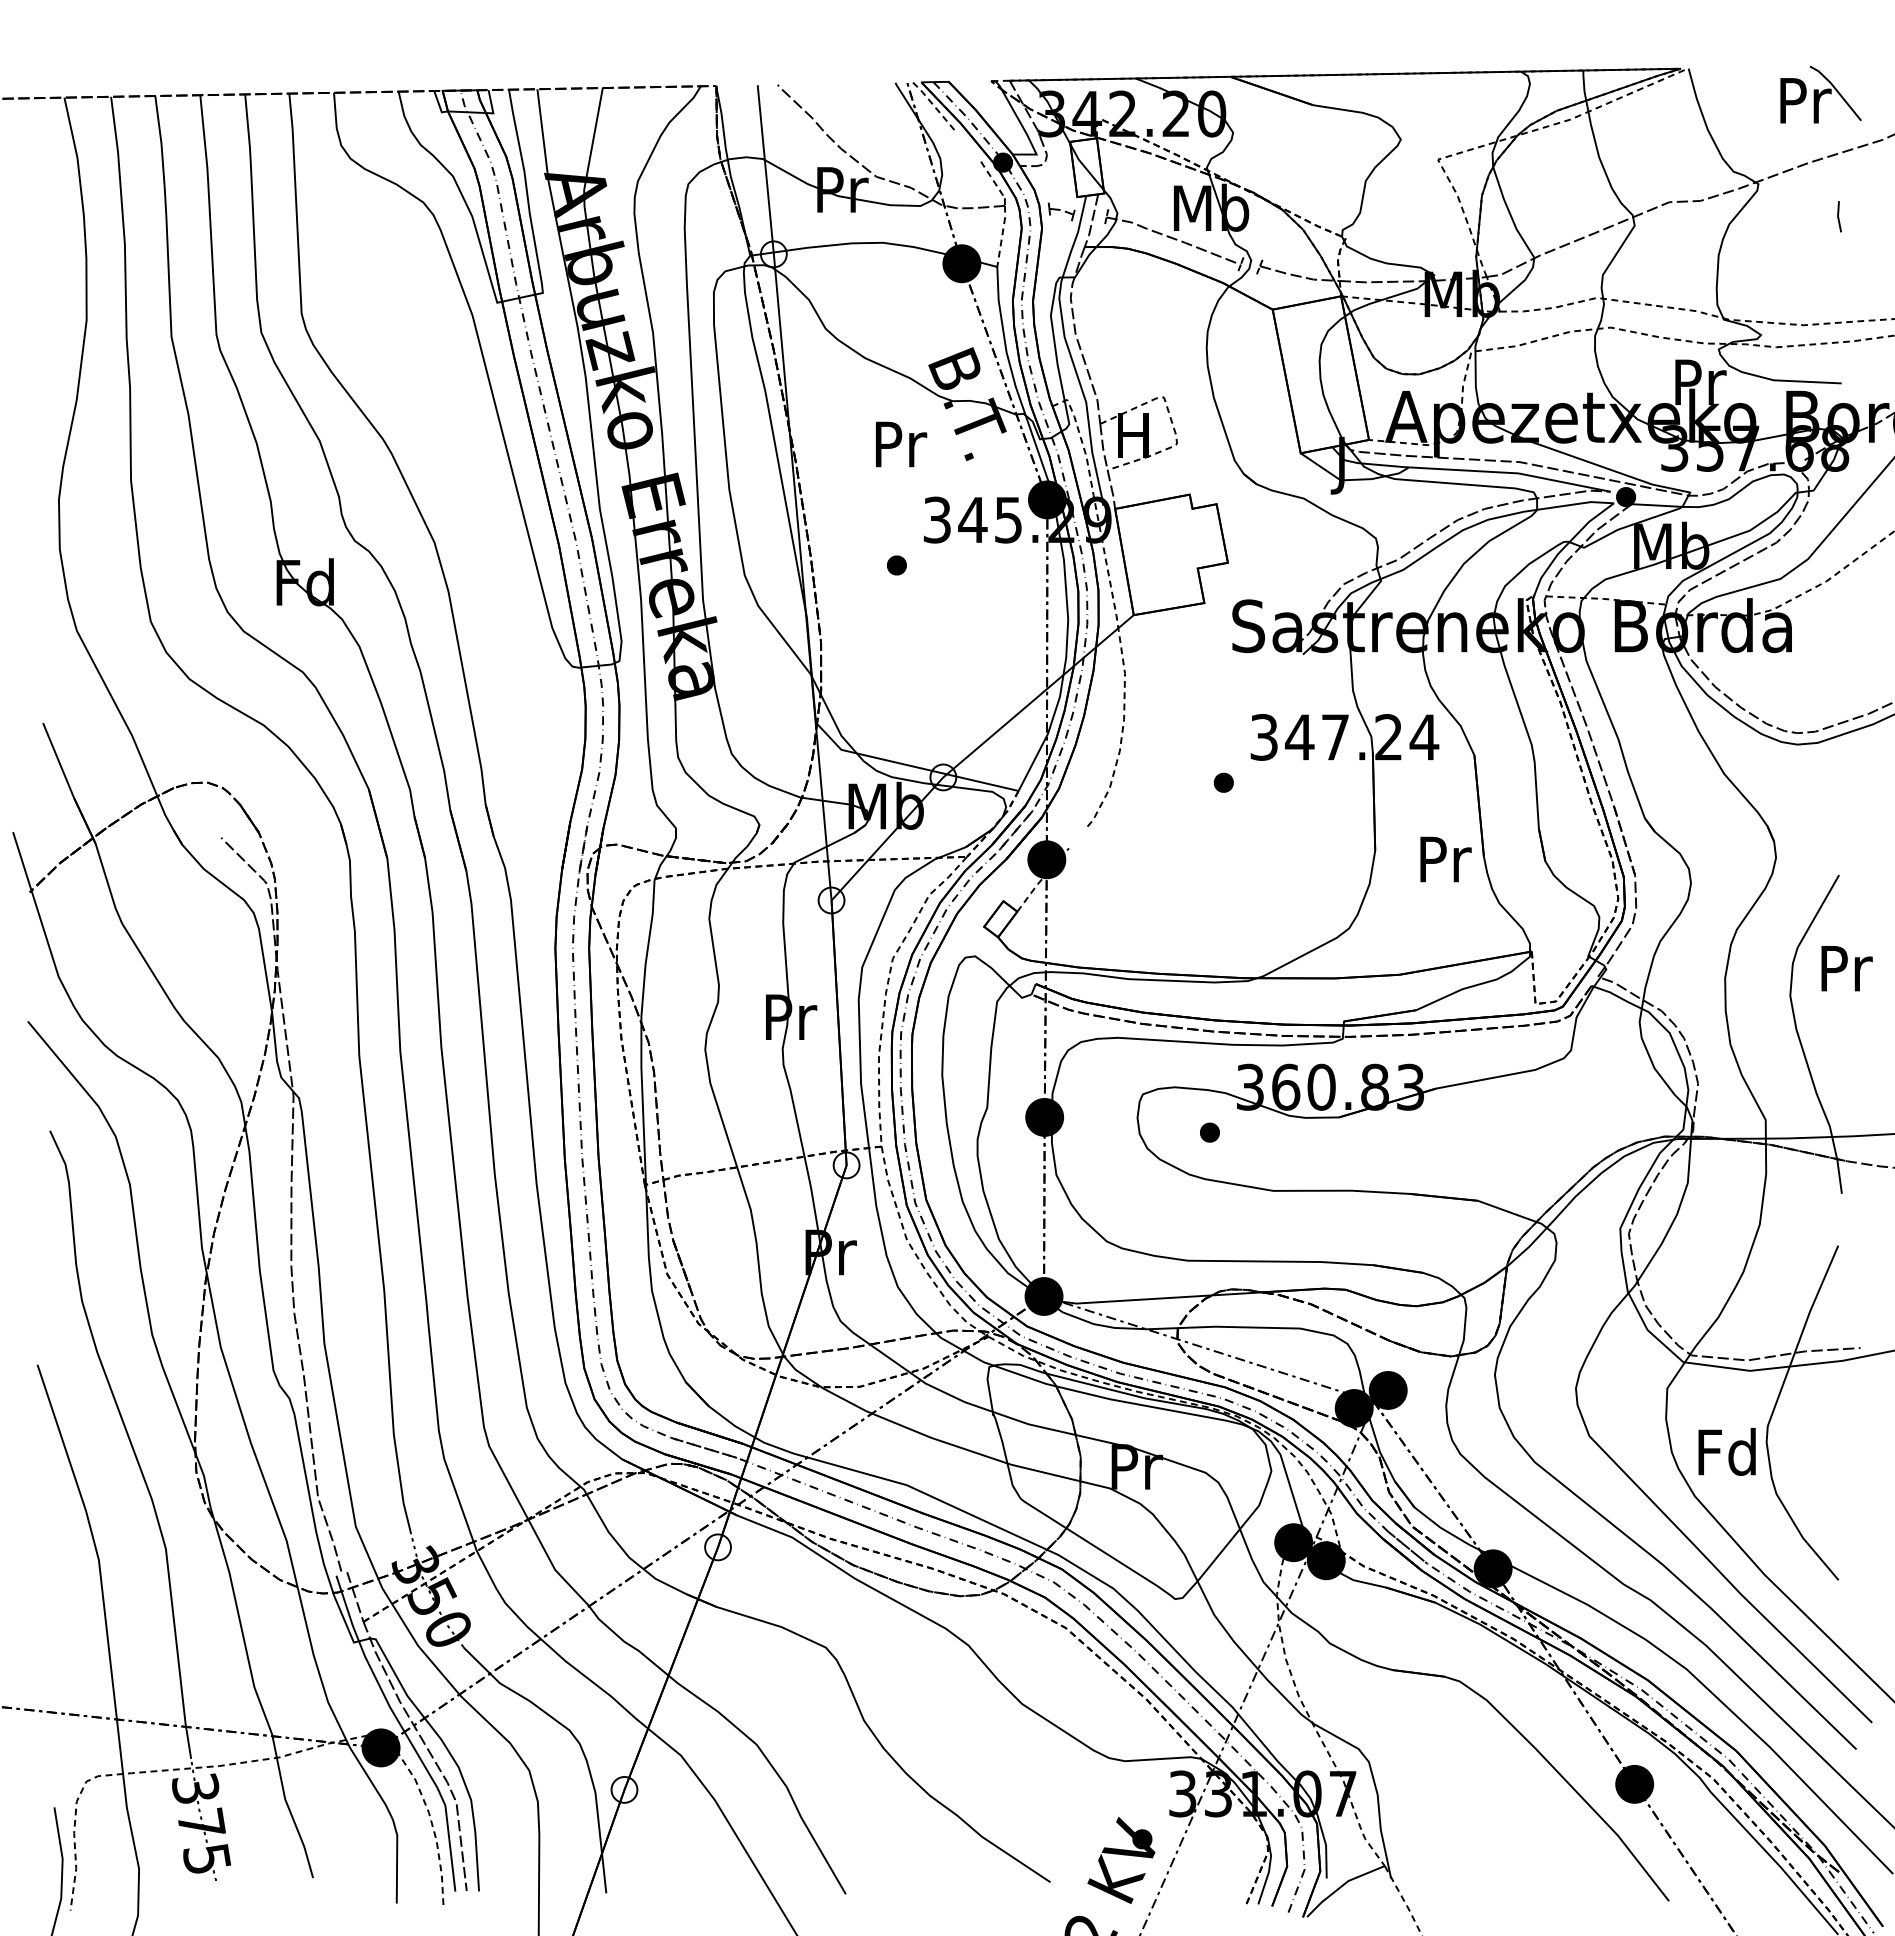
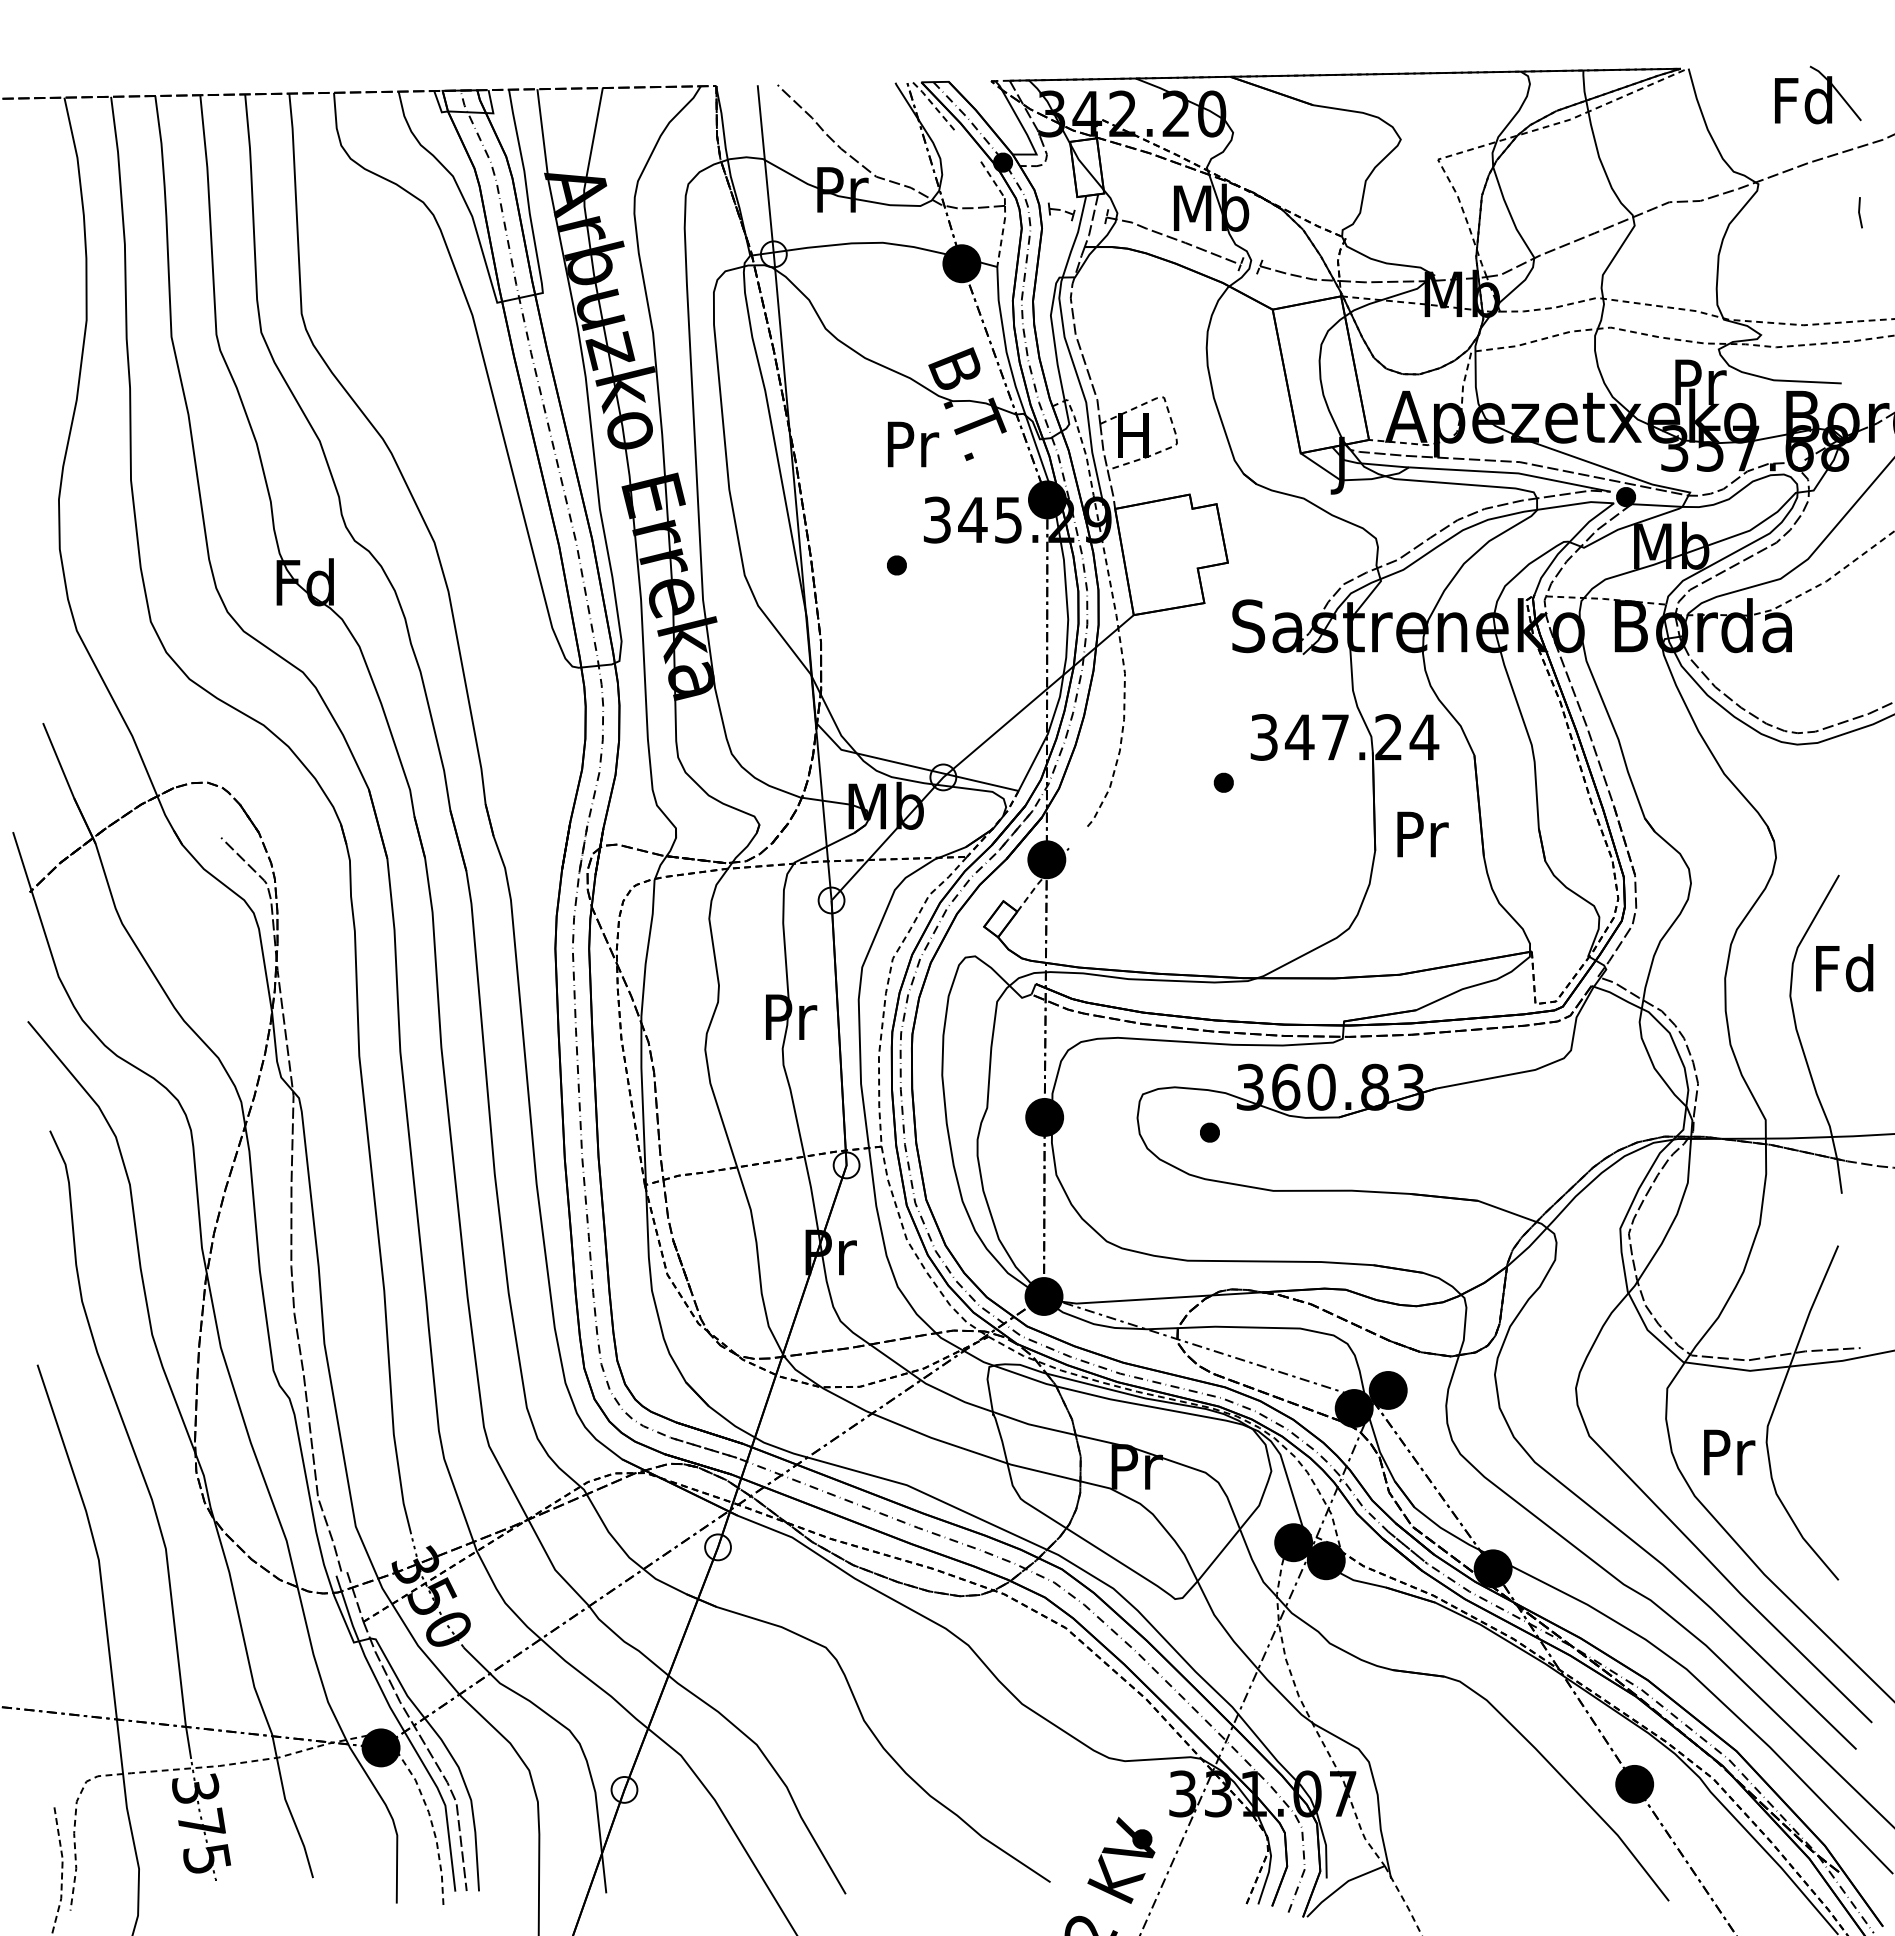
text at (1803, 100): Pr -> Fd
line at (1838, 216) position: (1838, 216) -> (1859, 212)
text at (901, 444) position: (901, 444) -> (913, 444)
text at (1445, 859) position: (1445, 859) -> (1422, 834)
text at (1844, 968): Pr -> Fd
text at (1726, 1451): Fd -> Pr
line at (62, 1870): solid -> dashed
